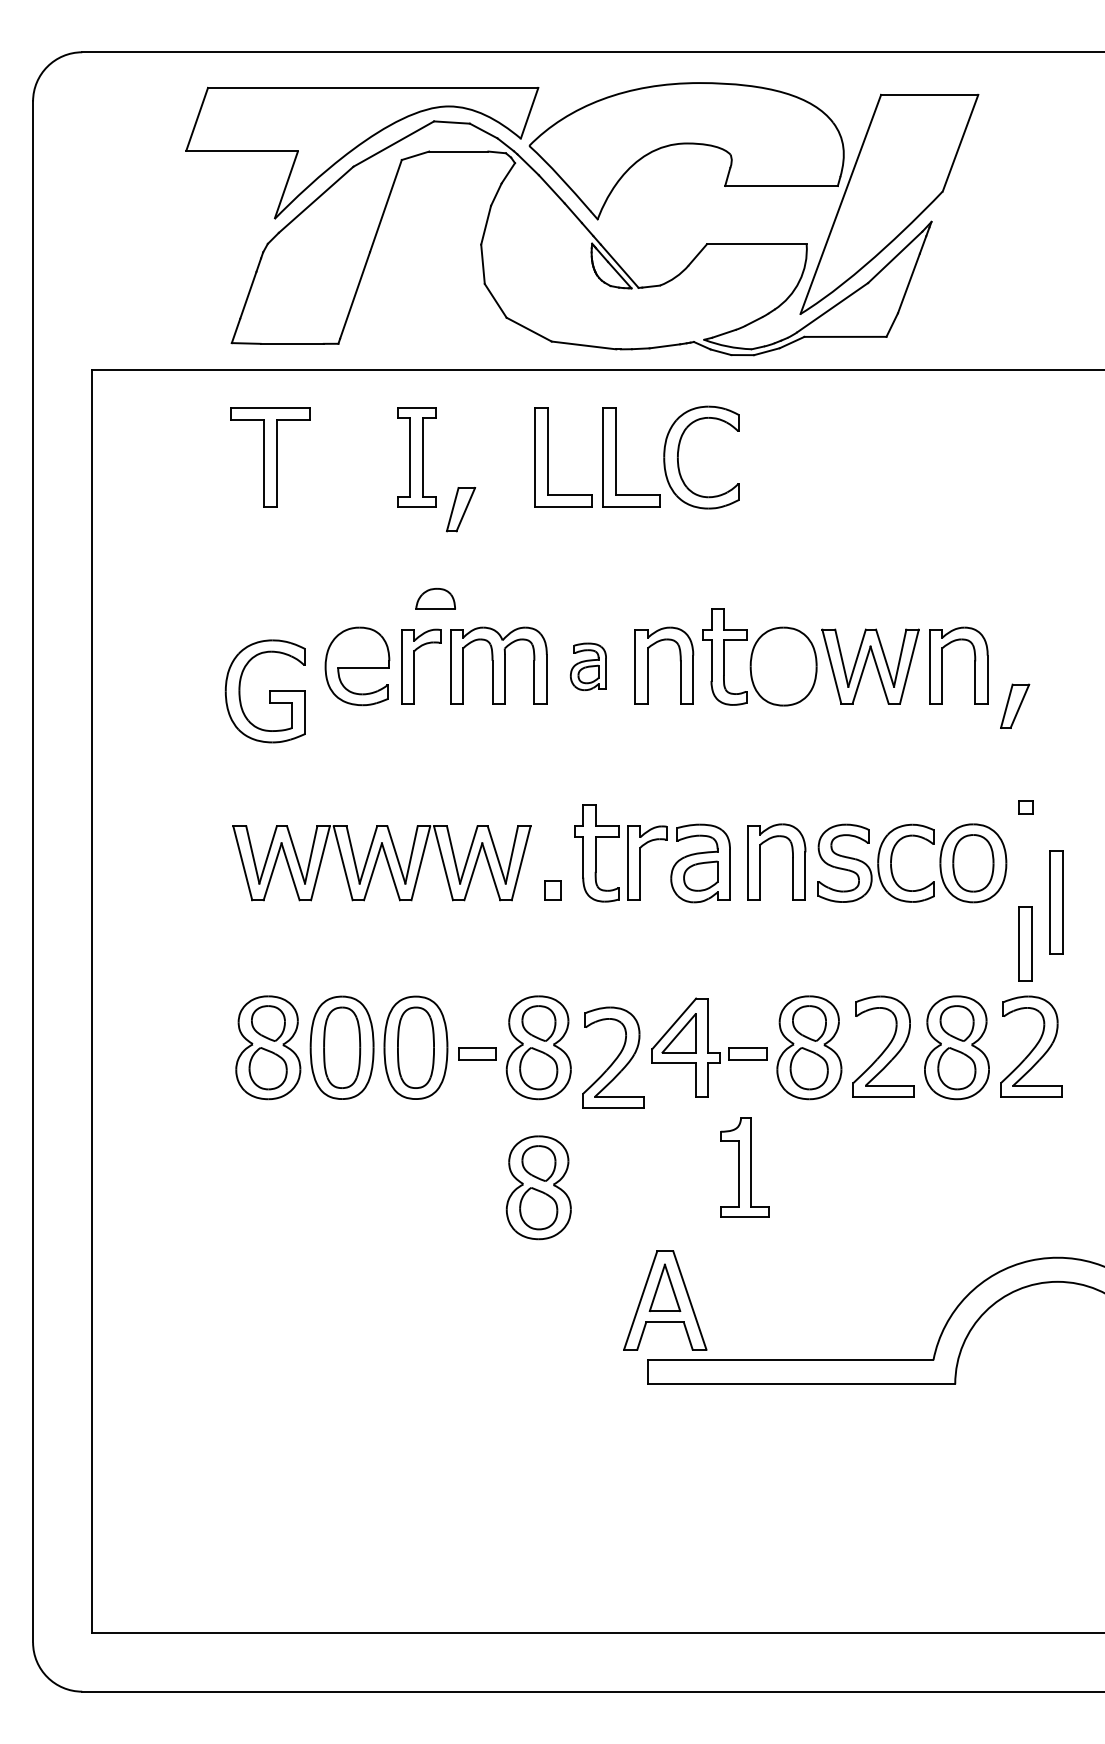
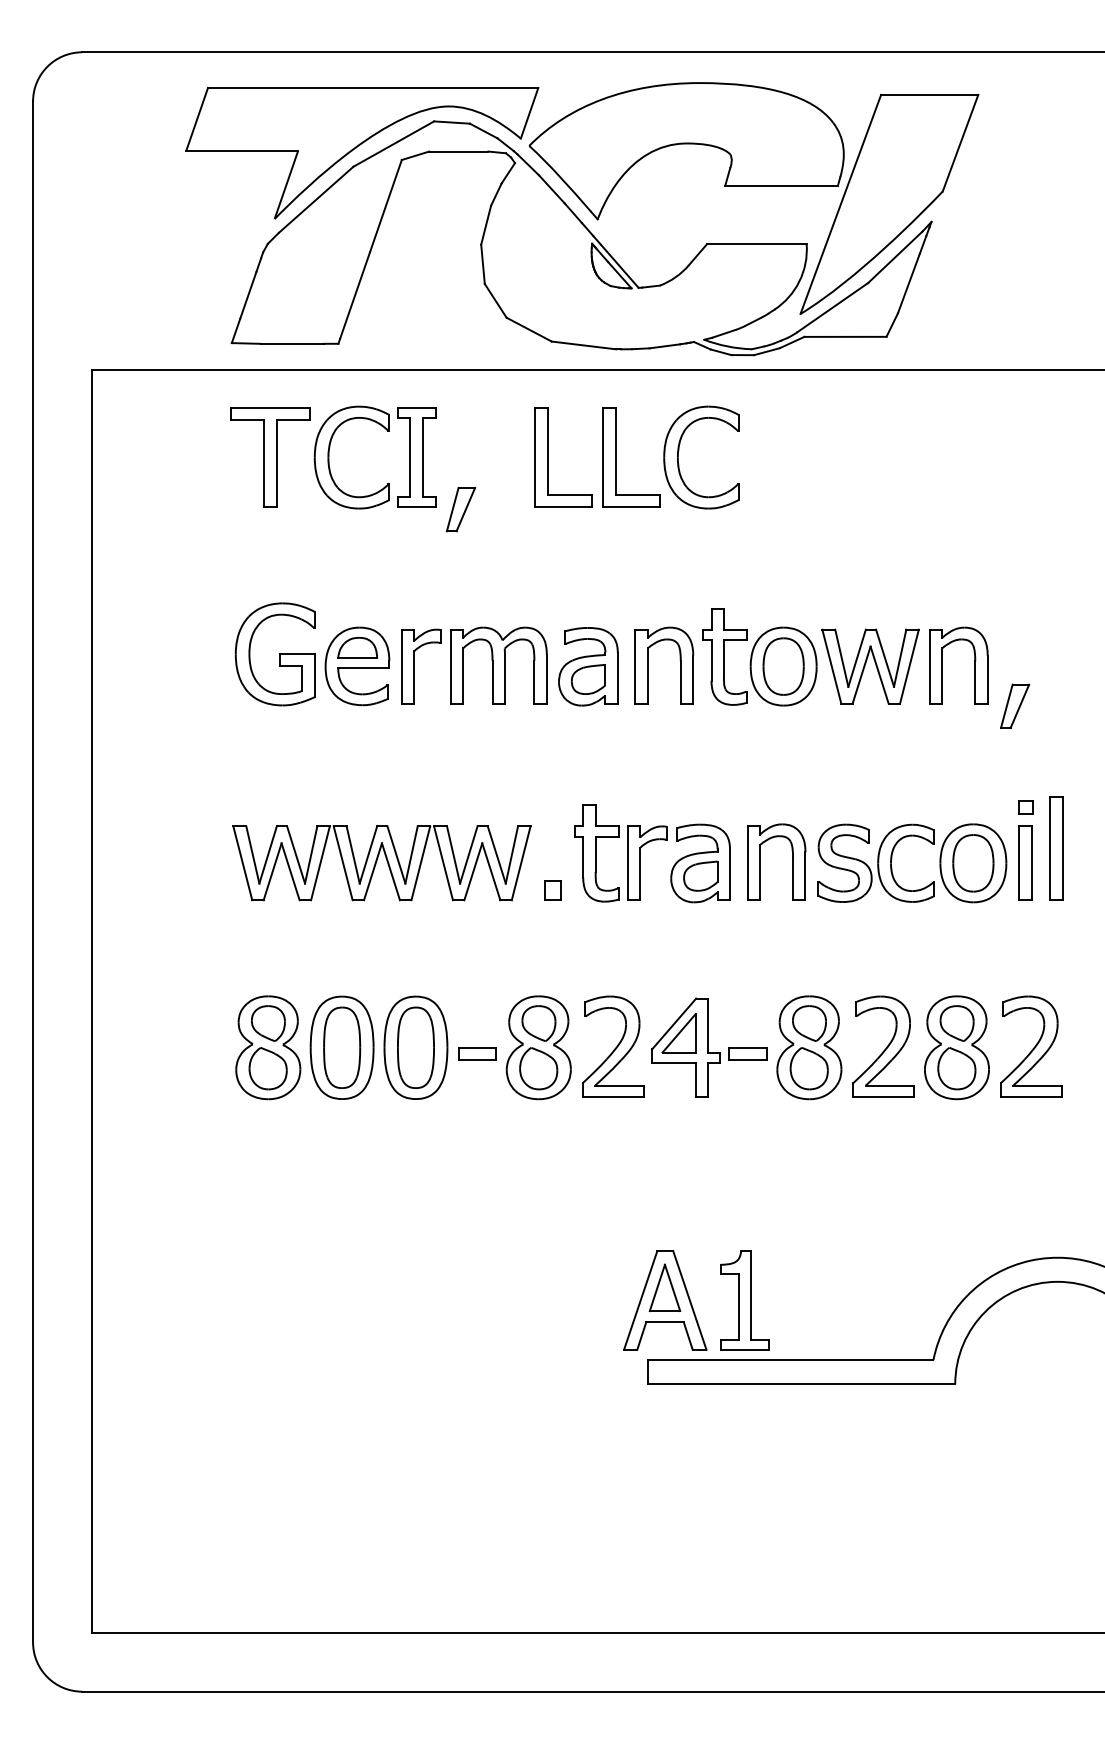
part at (329, 457): none -> present
part at (435, 598) position: (435, 598) -> (357, 647)
part at (587, 666) size: 38x49 px -> 61x80 px
part at (783, 666): none -> present
part at (264, 691) position: (264, 691) -> (274, 654)
part at (1056, 902) position: (1056, 902) -> (1056, 848)
part at (1025, 943) position: (1025, 943) -> (1025, 862)
part at (613, 1057) position: (613, 1057) -> (613, 1046)
part at (744, 1167) position: (744, 1167) -> (744, 1300)
part at (538, 1187): present -> none
